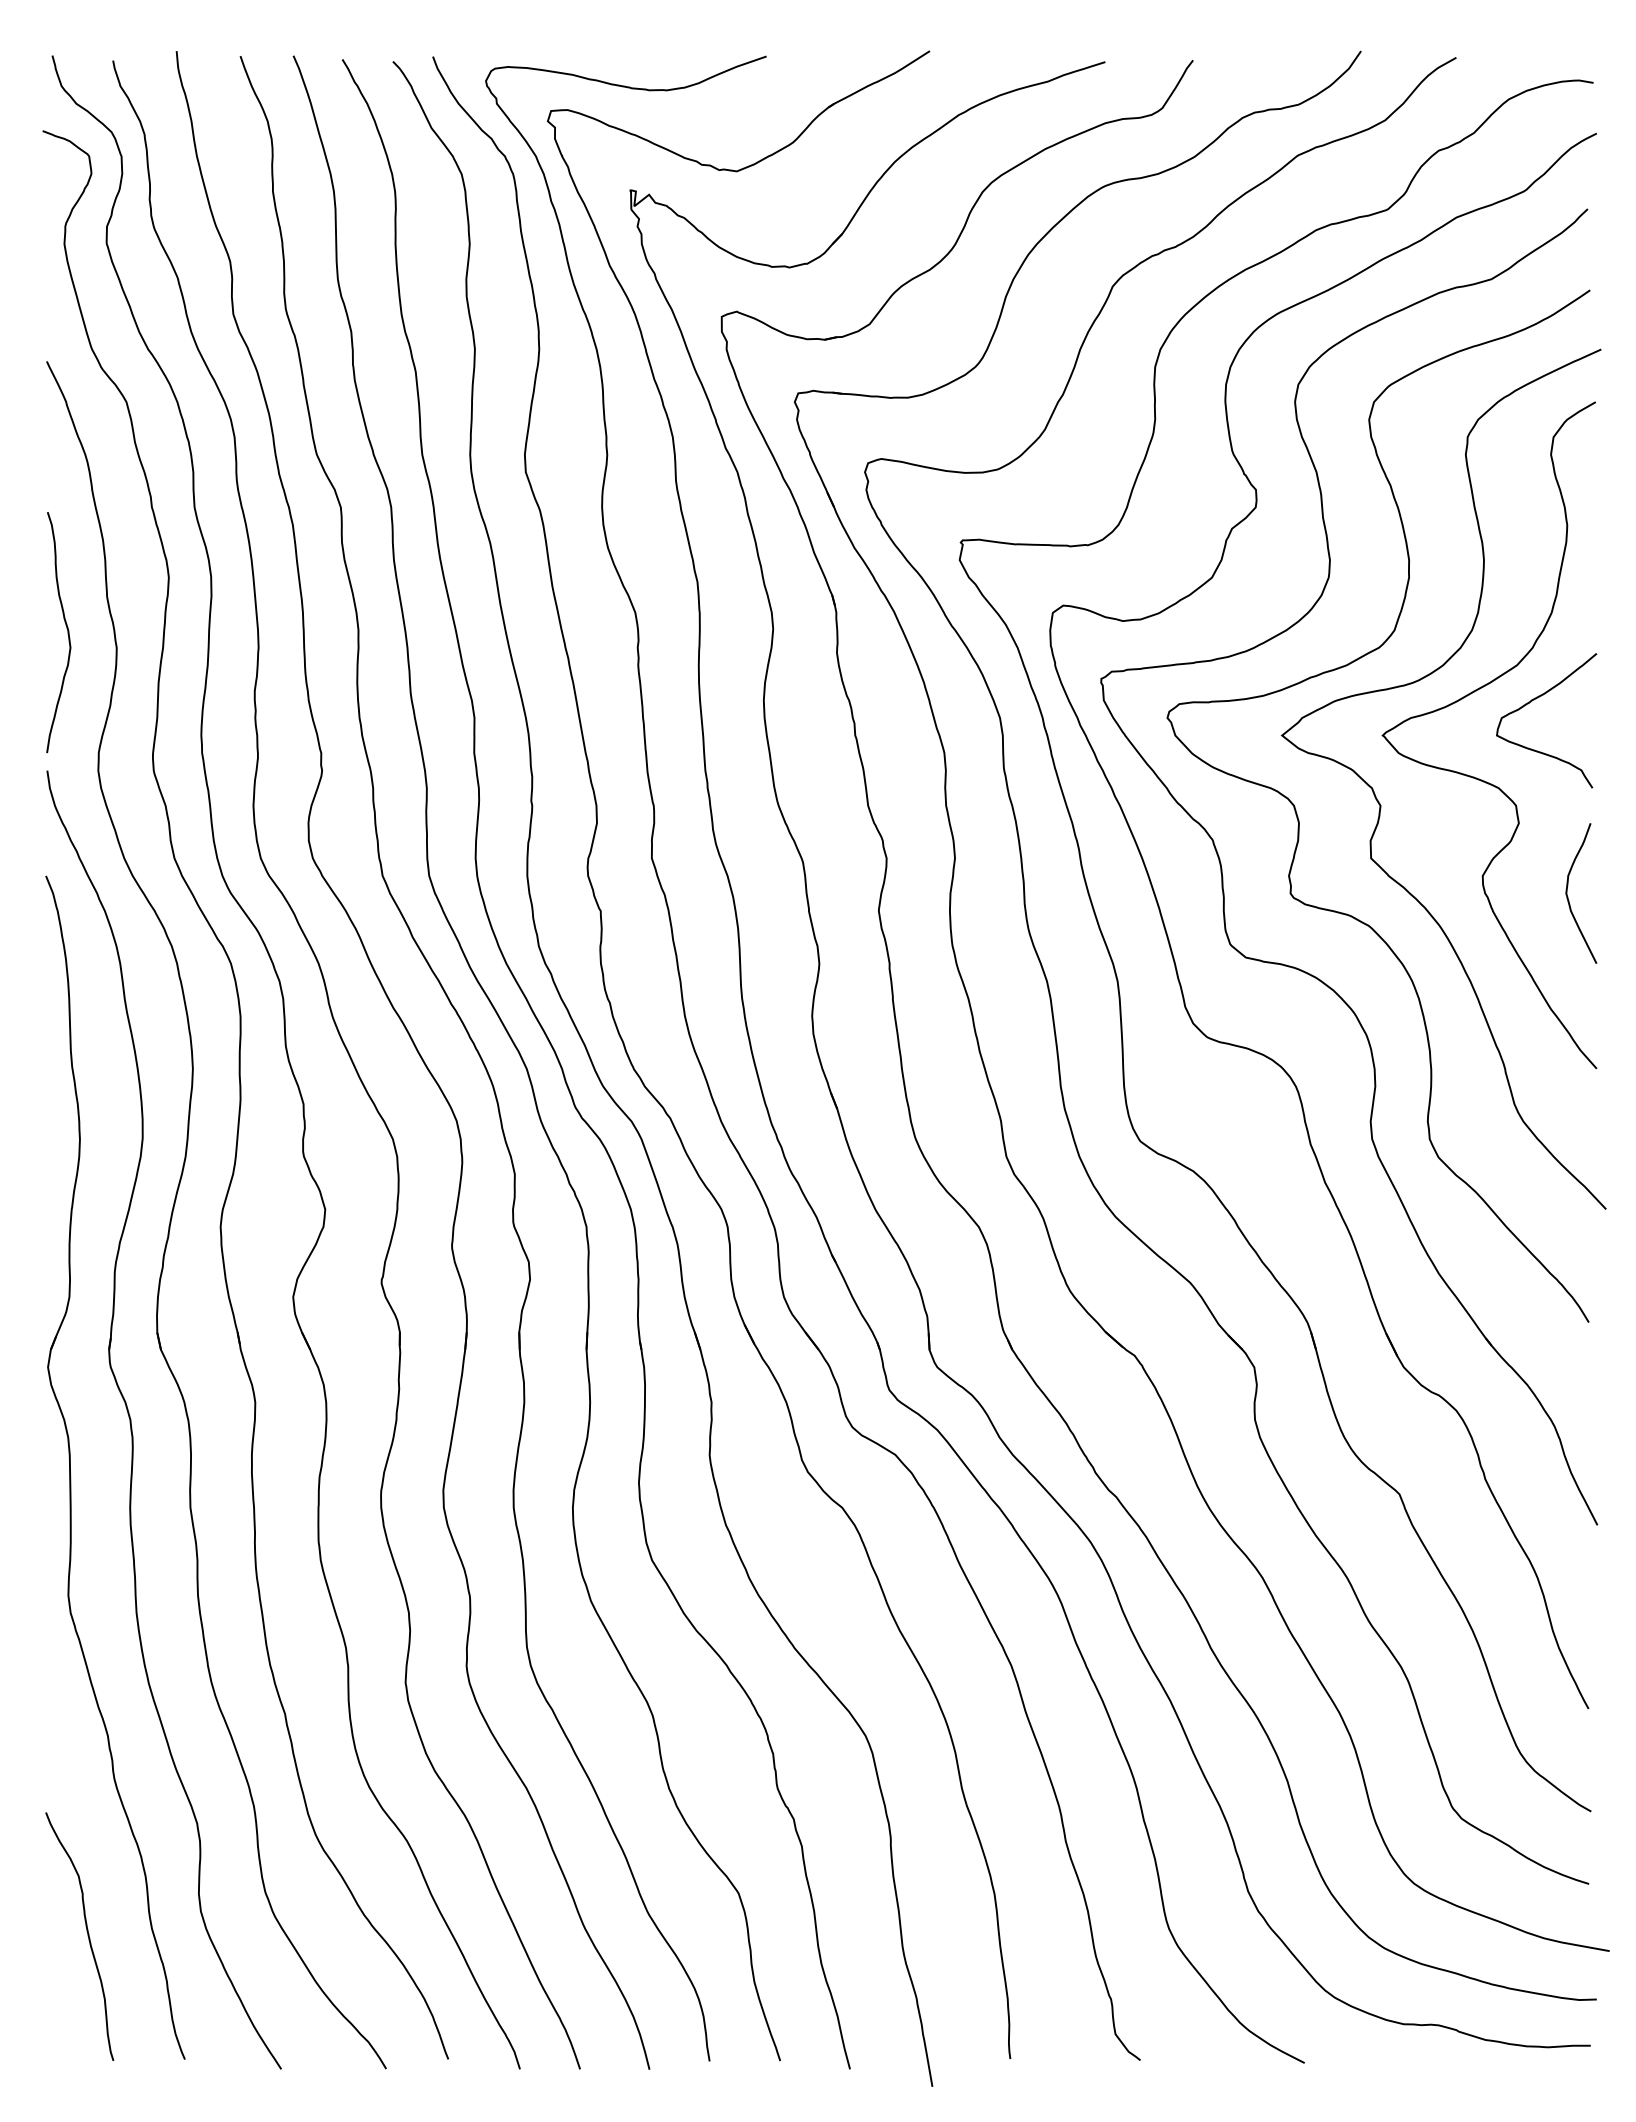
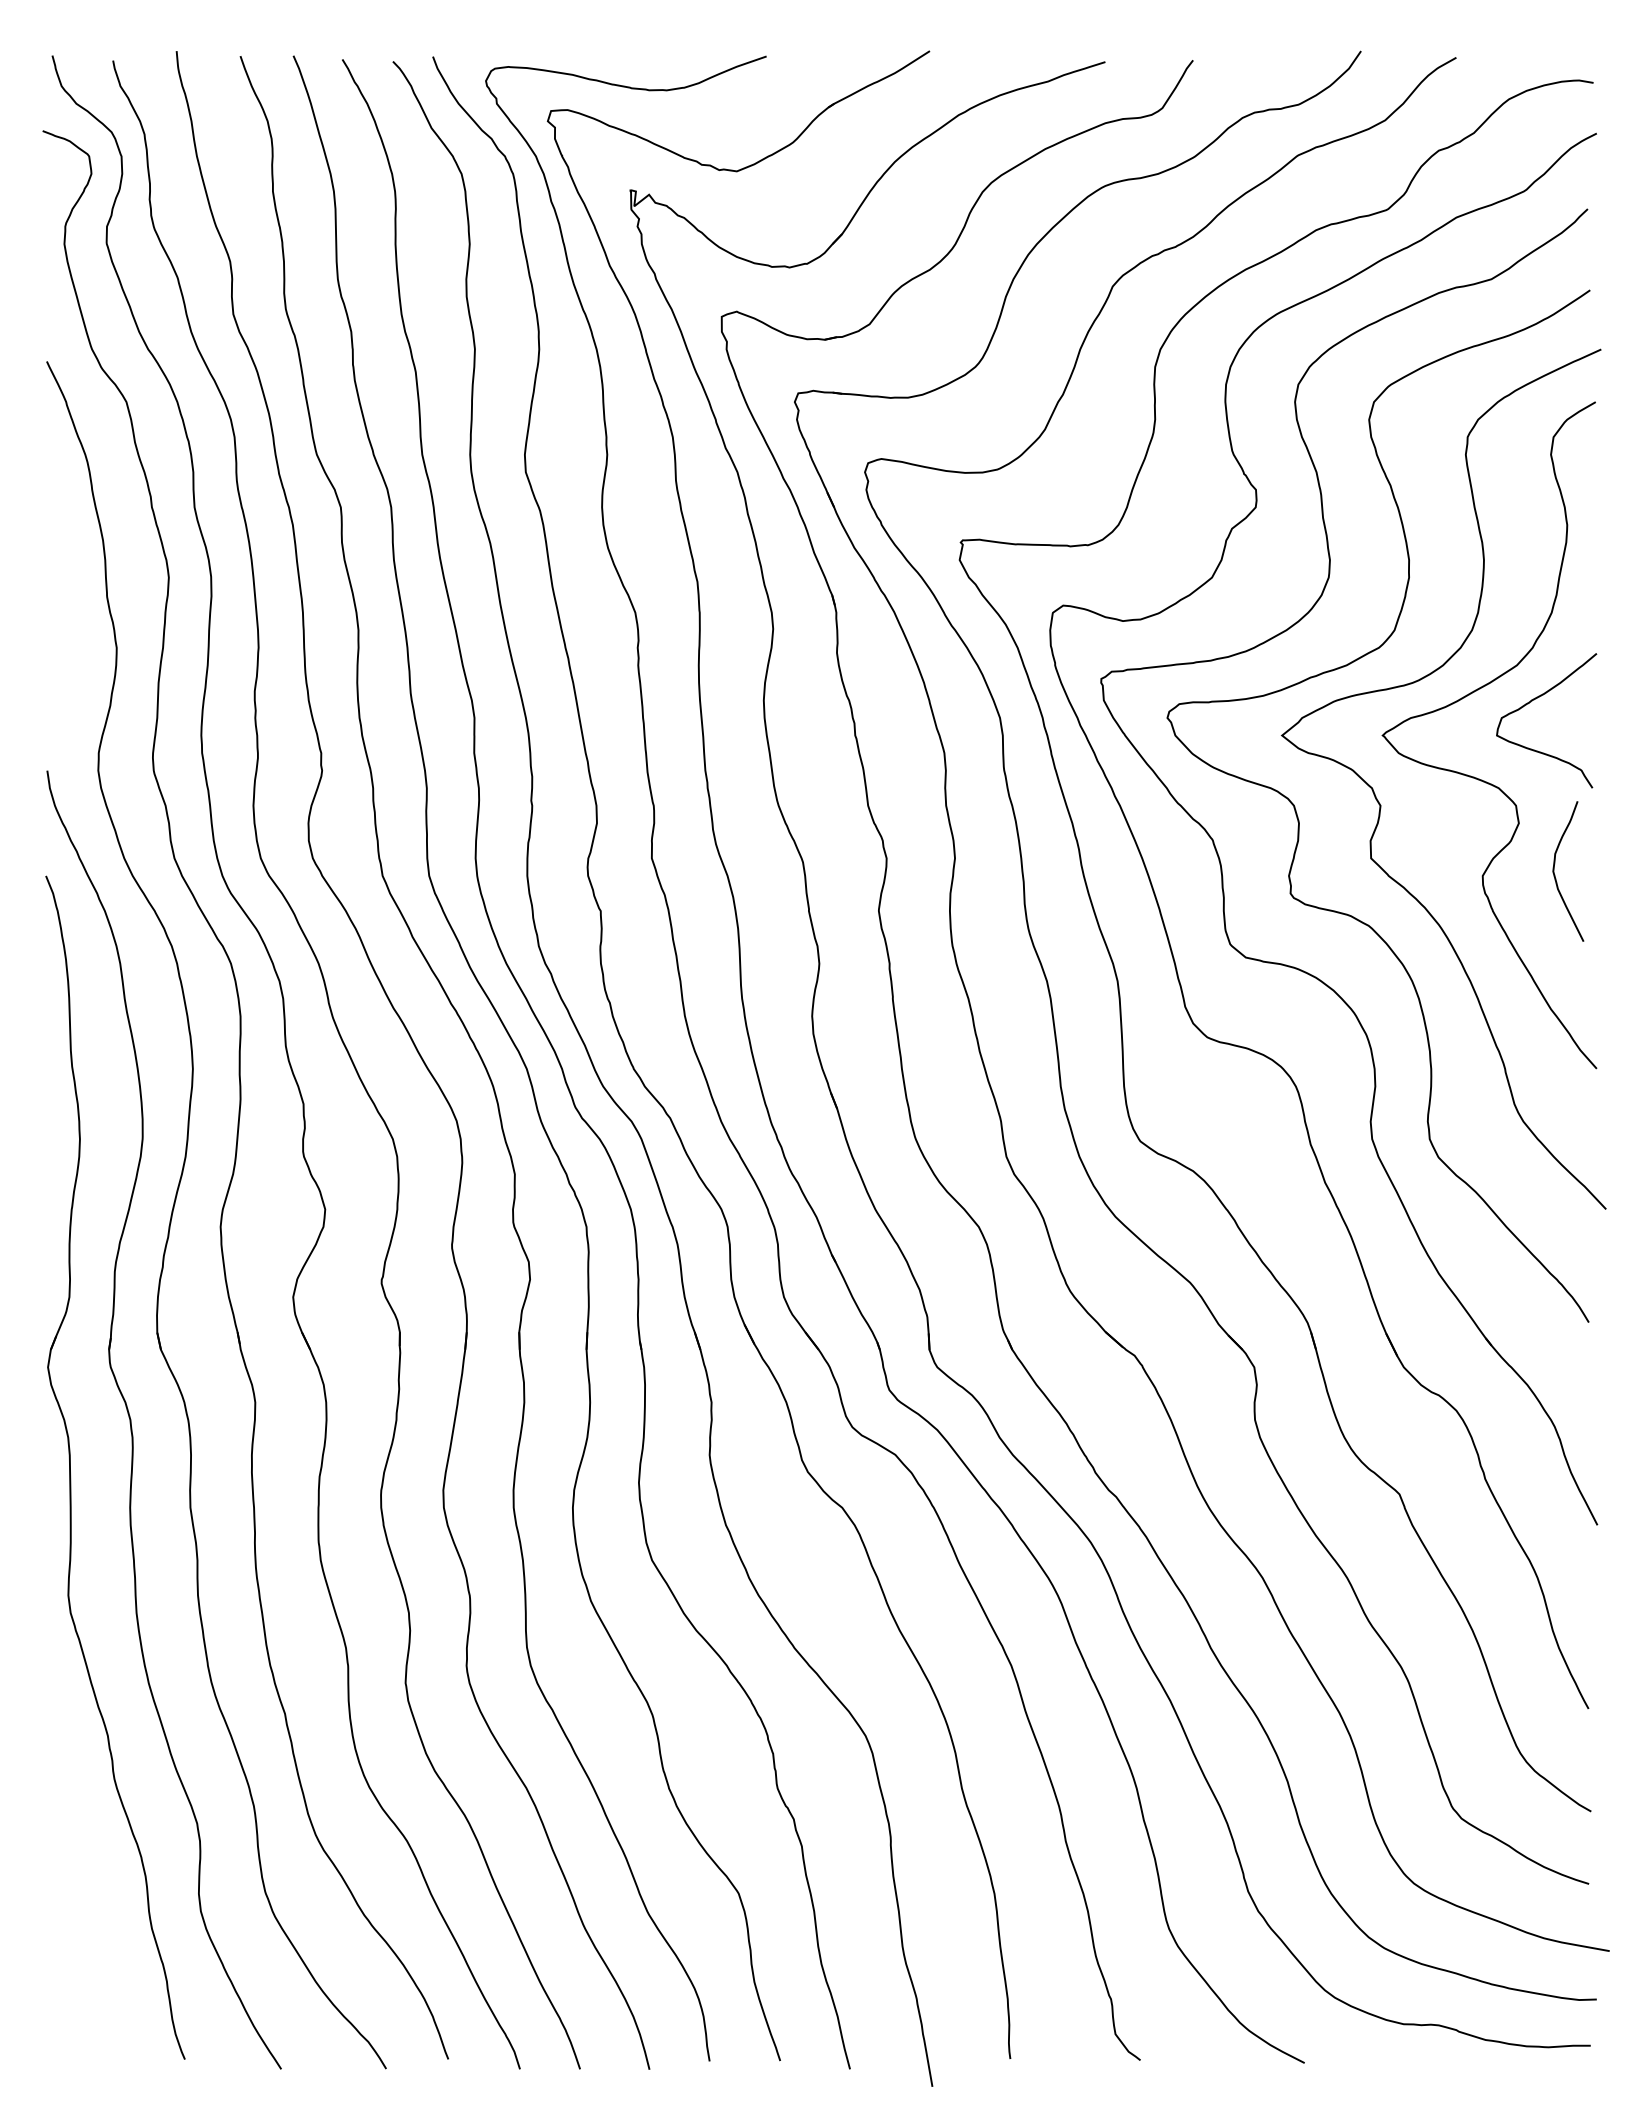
curve at (66, 628): present -> none
curve at (1568, 896) position: (1568, 896) -> (1555, 874)
curve at (87, 1936): present -> none
